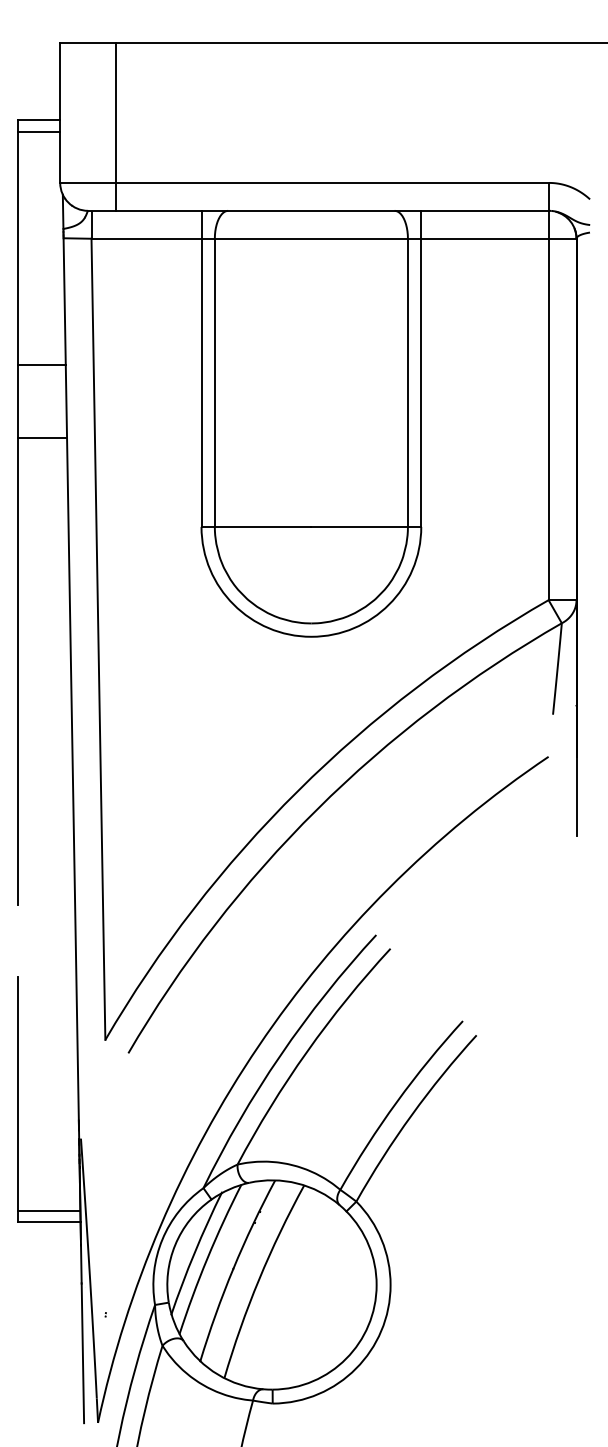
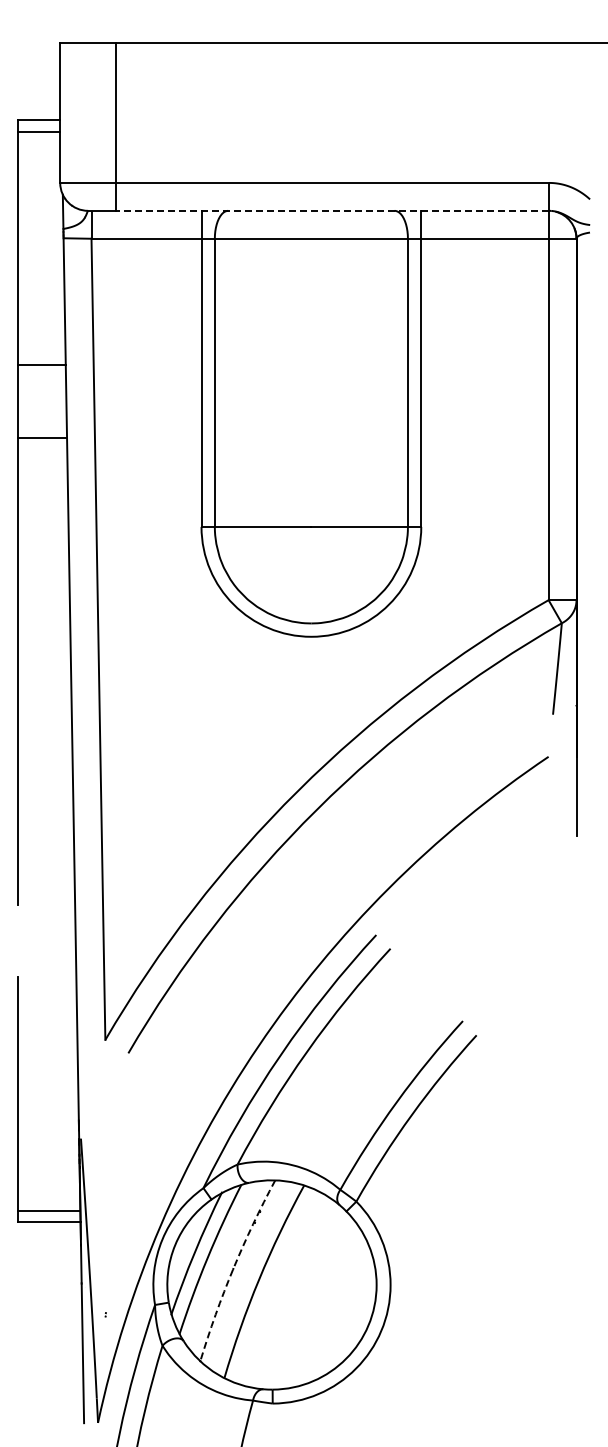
line at (332, 210): solid -> dashed
arc at (233, 1268): solid -> dashed
